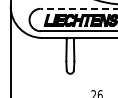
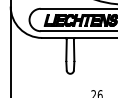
line at (78, 8): dashed -> solid
